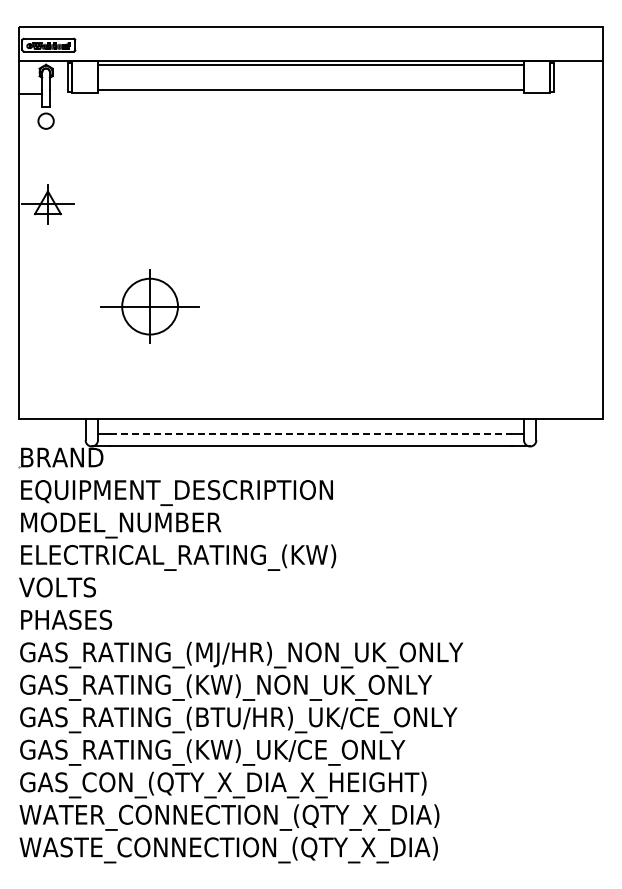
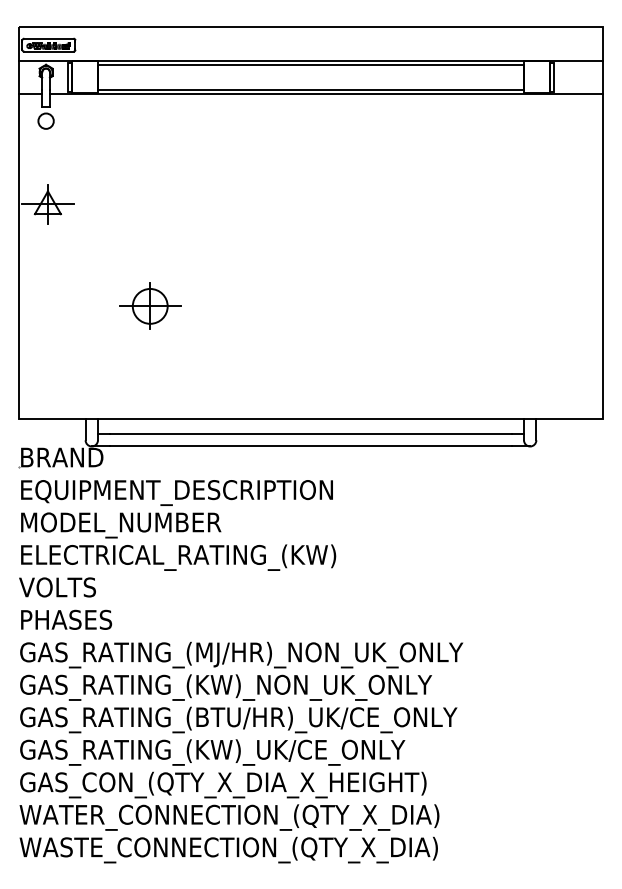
line at (326, 94): none -> present
part at (149, 306) size: 100x75 px -> 63x48 px
line at (311, 434): dashed -> solid
